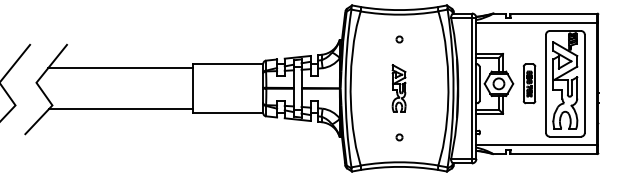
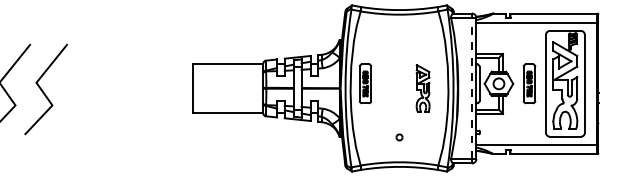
part at (399, 39): present -> none
line at (120, 68): present -> none
part at (365, 83): none -> present
part at (398, 88) position: (398, 88) -> (422, 88)
line at (471, 88): solid -> dashed
line at (120, 108): present -> none
